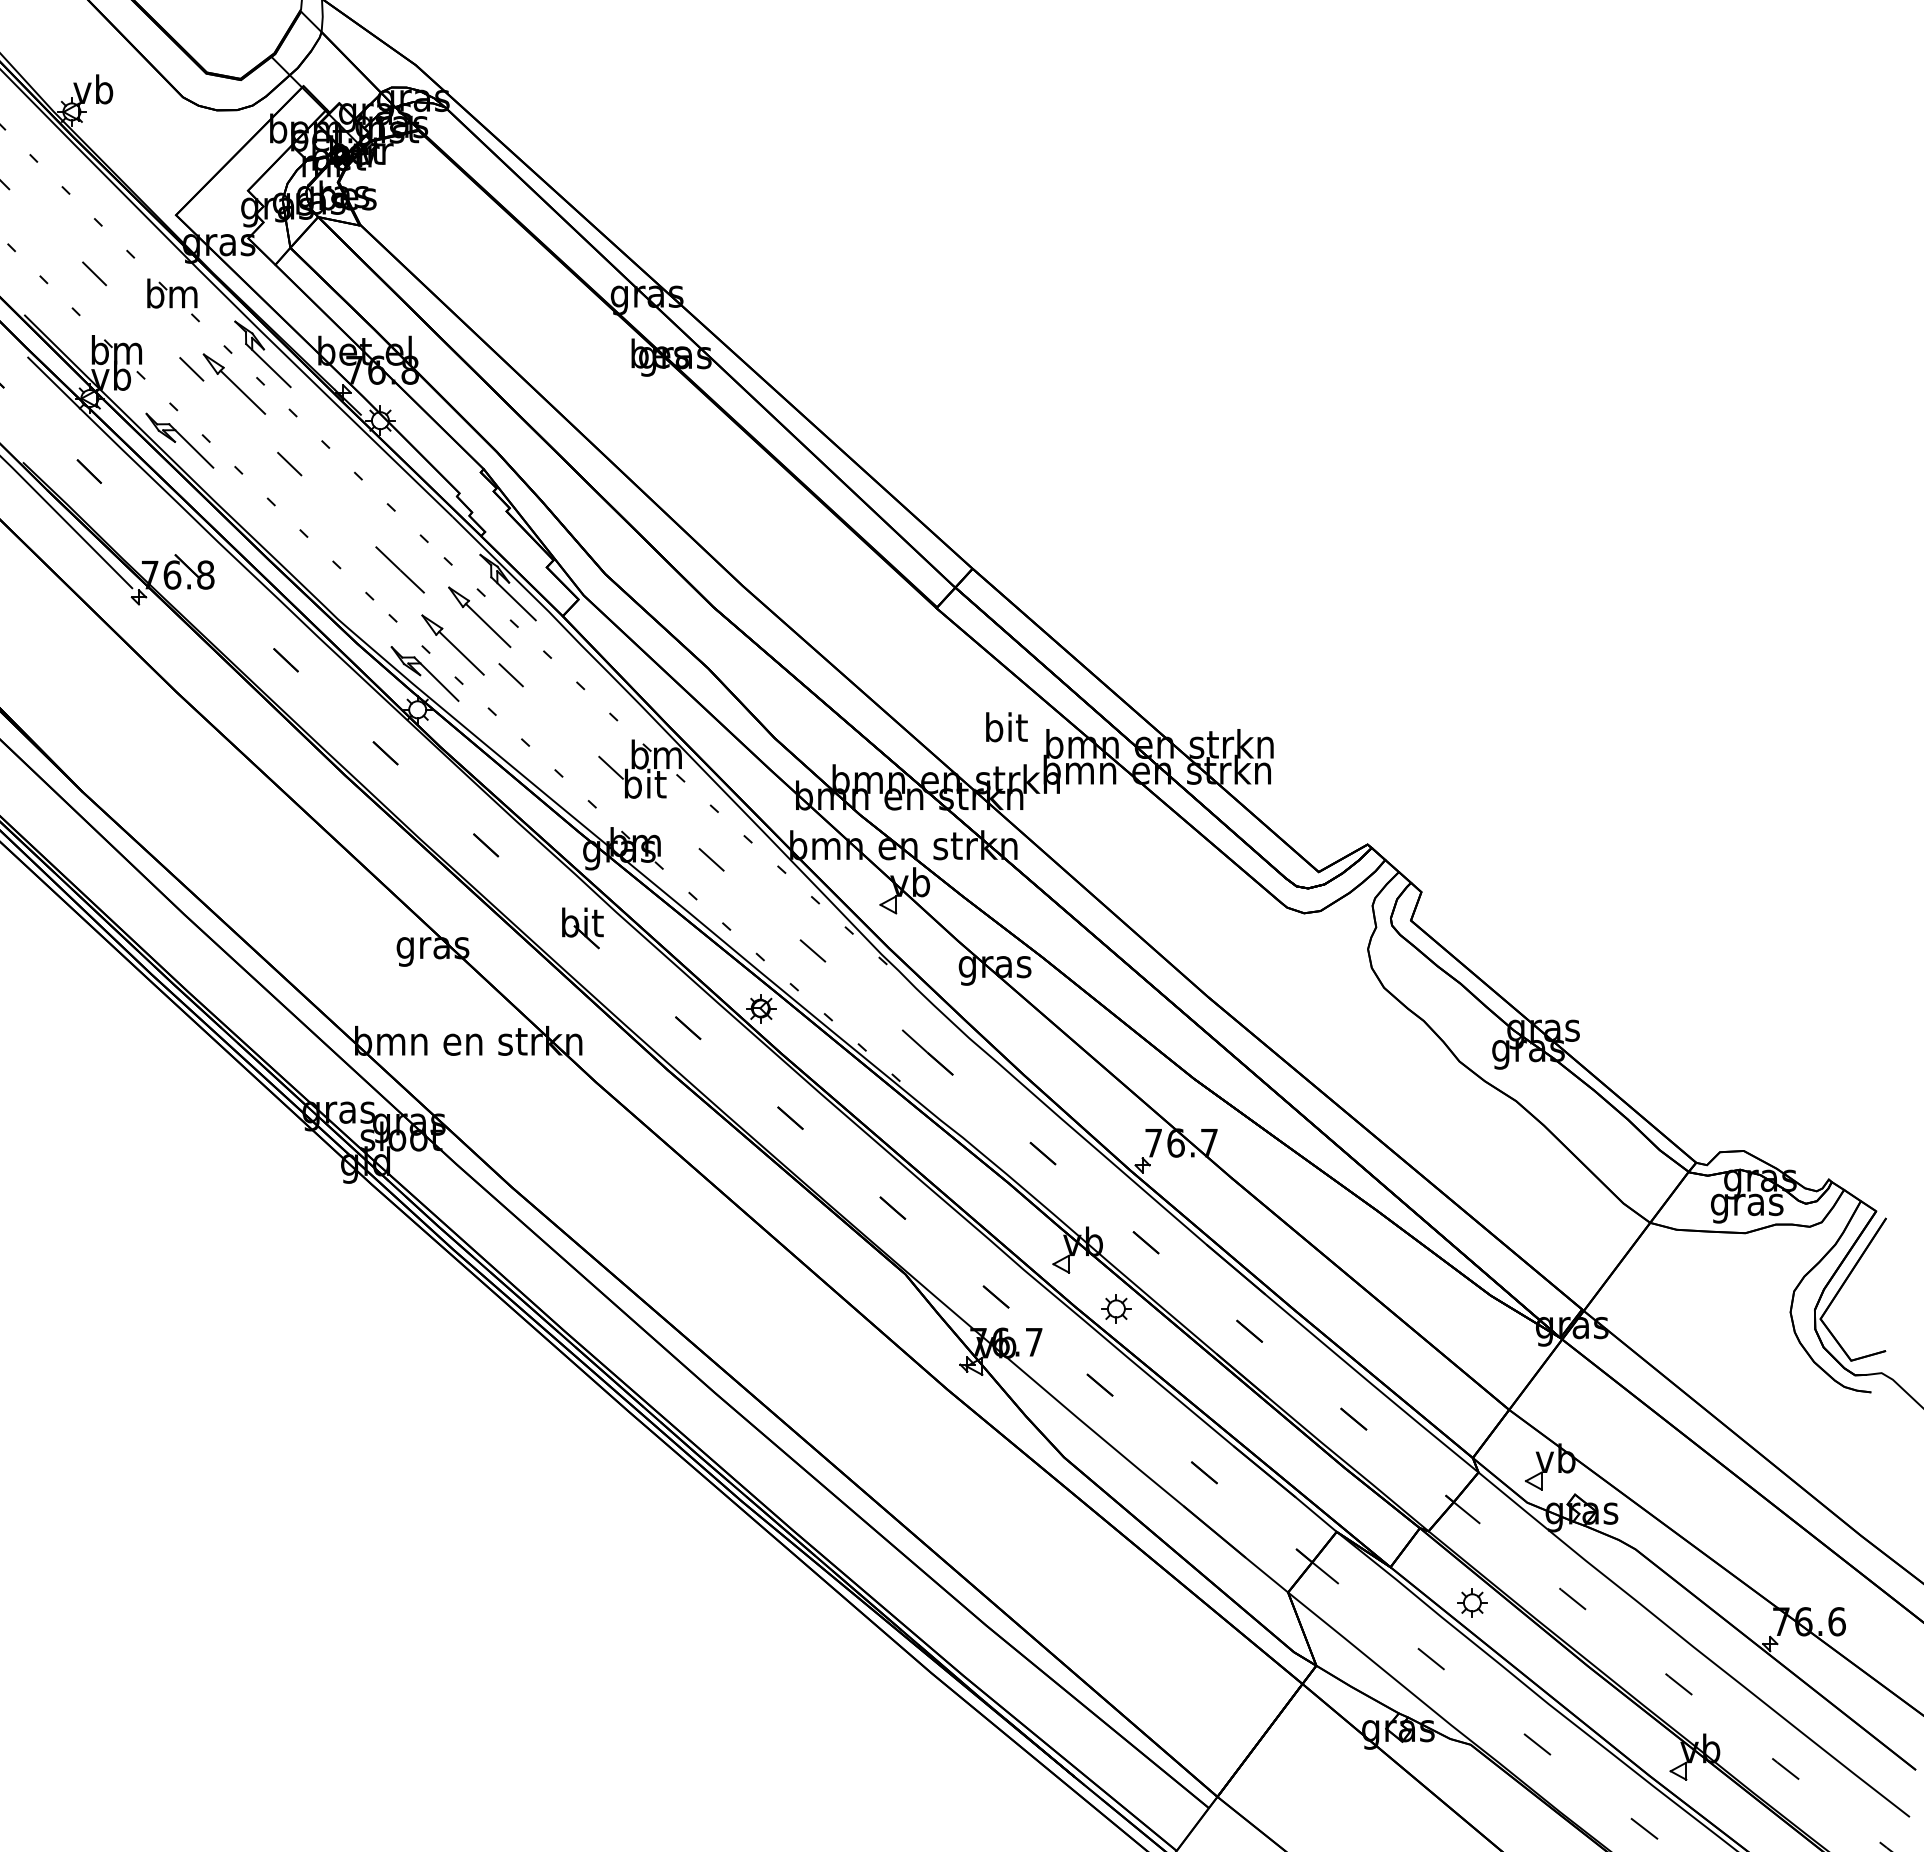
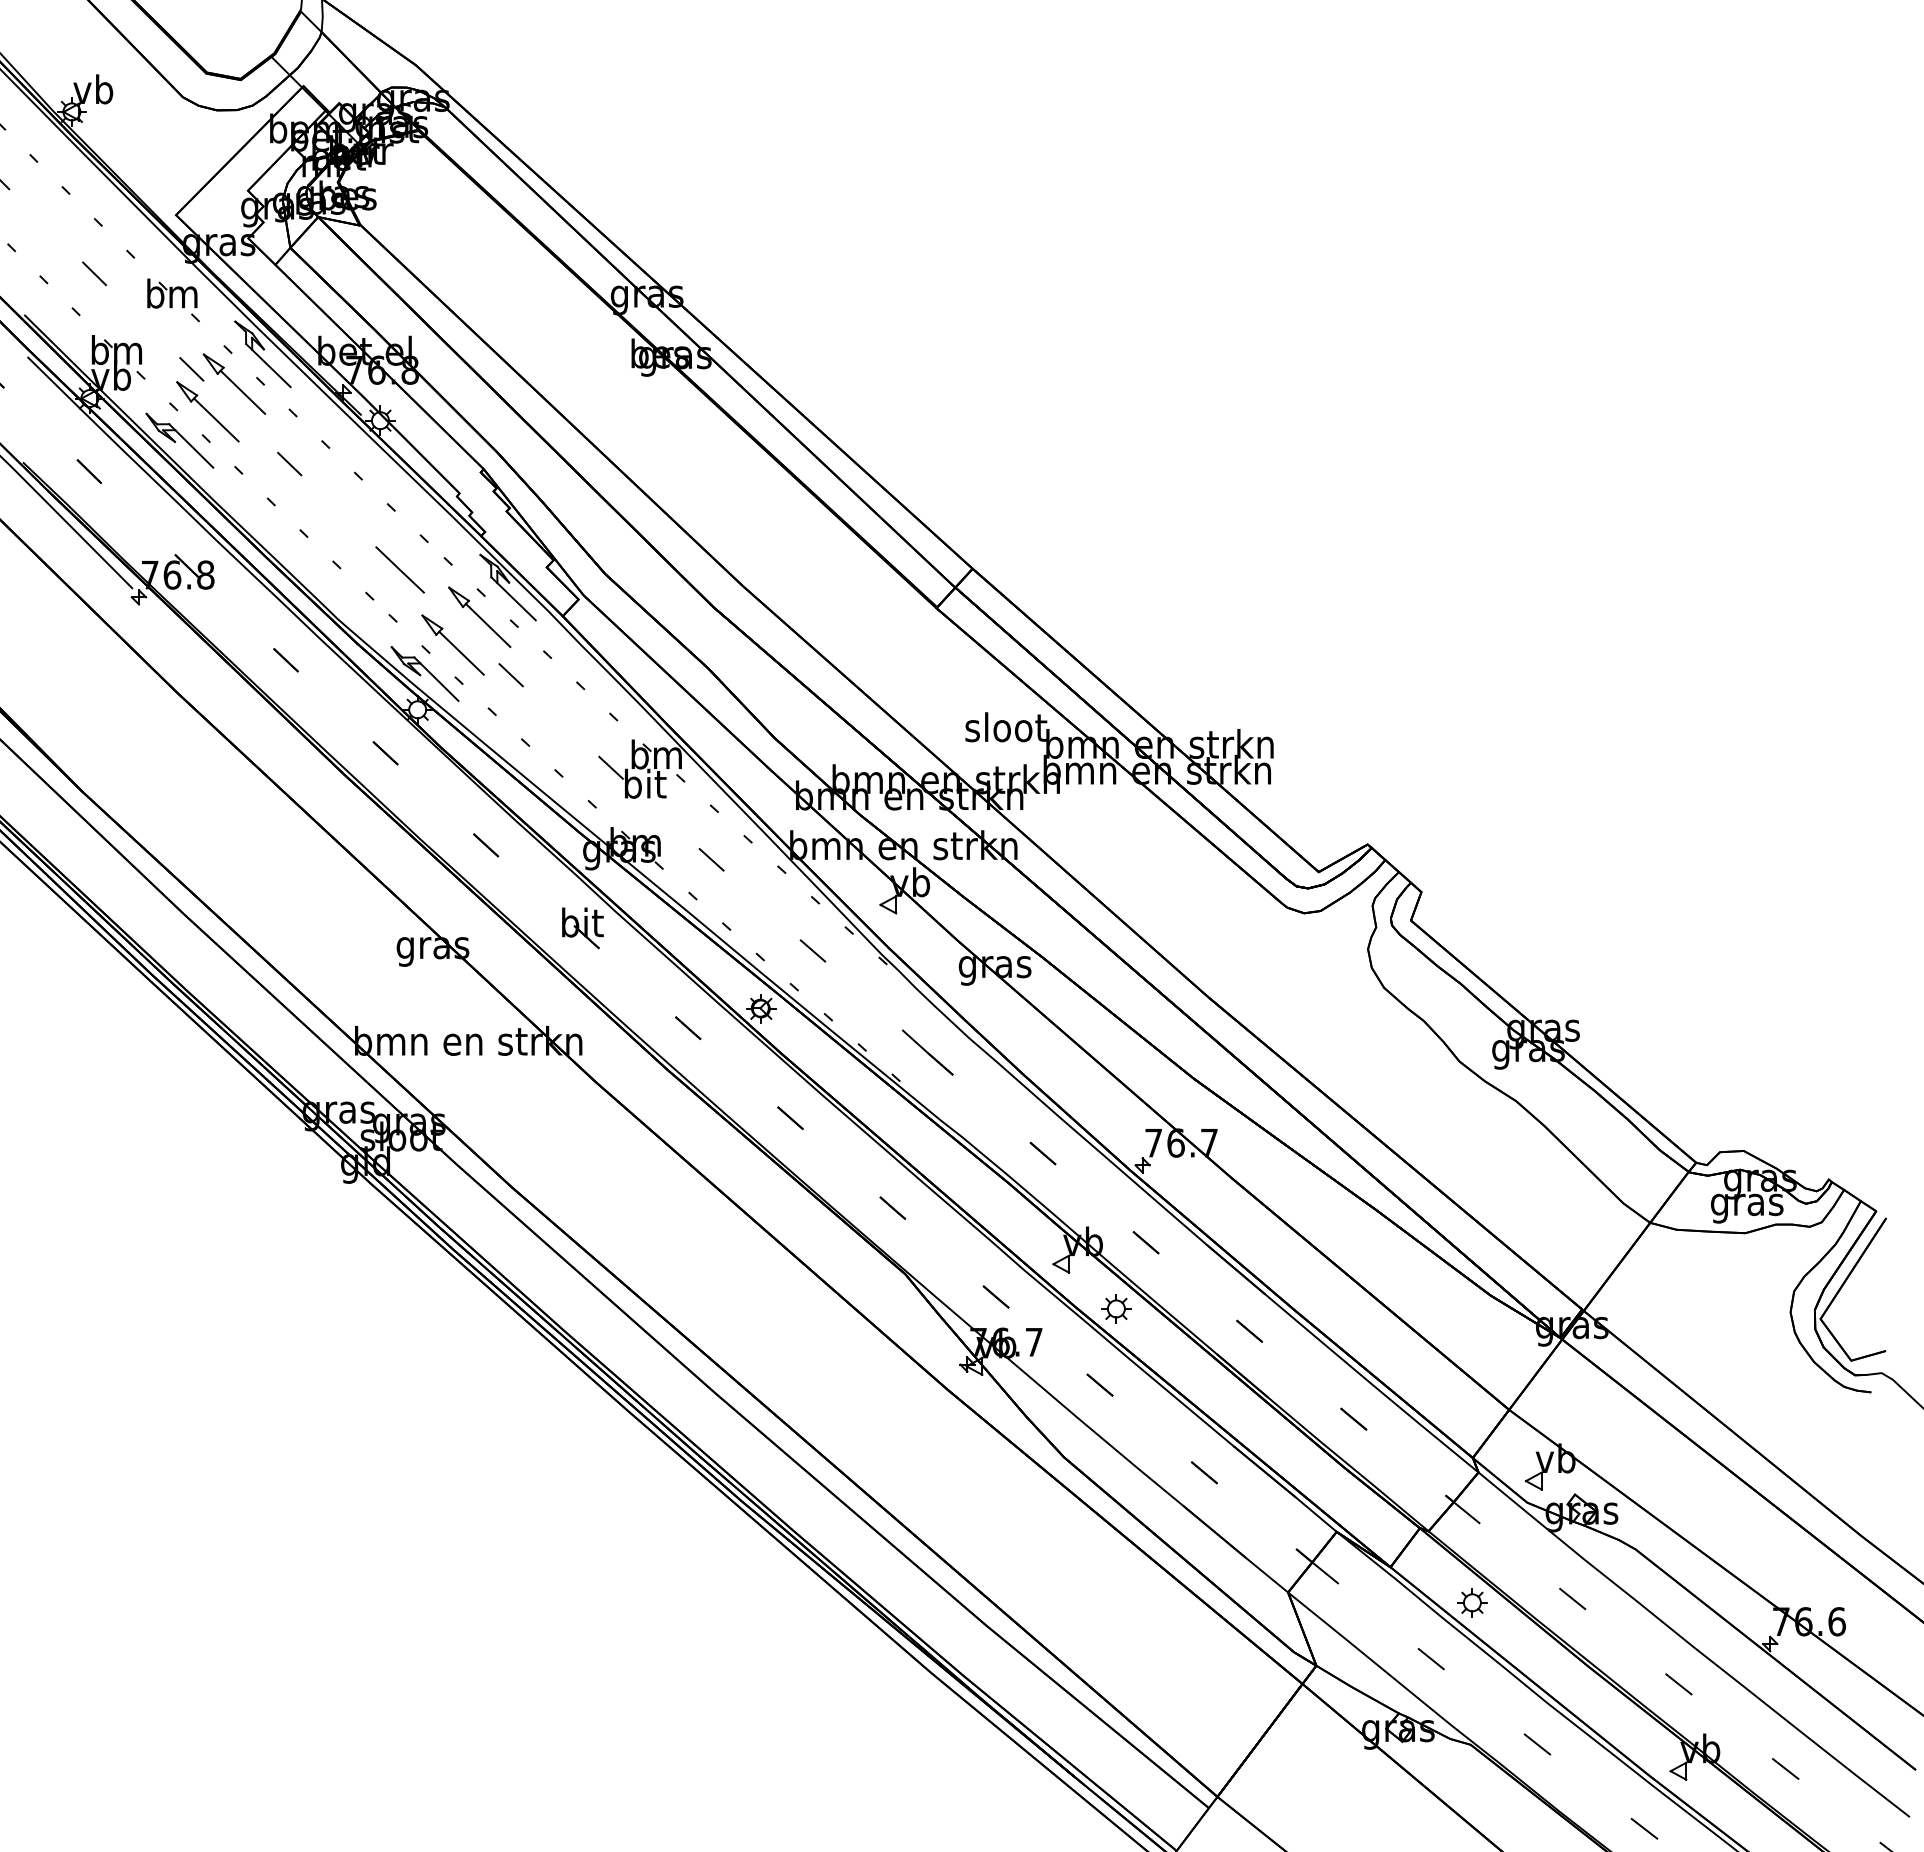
part at (207, 411): none -> present
text at (1006, 727): bit -> sloot
